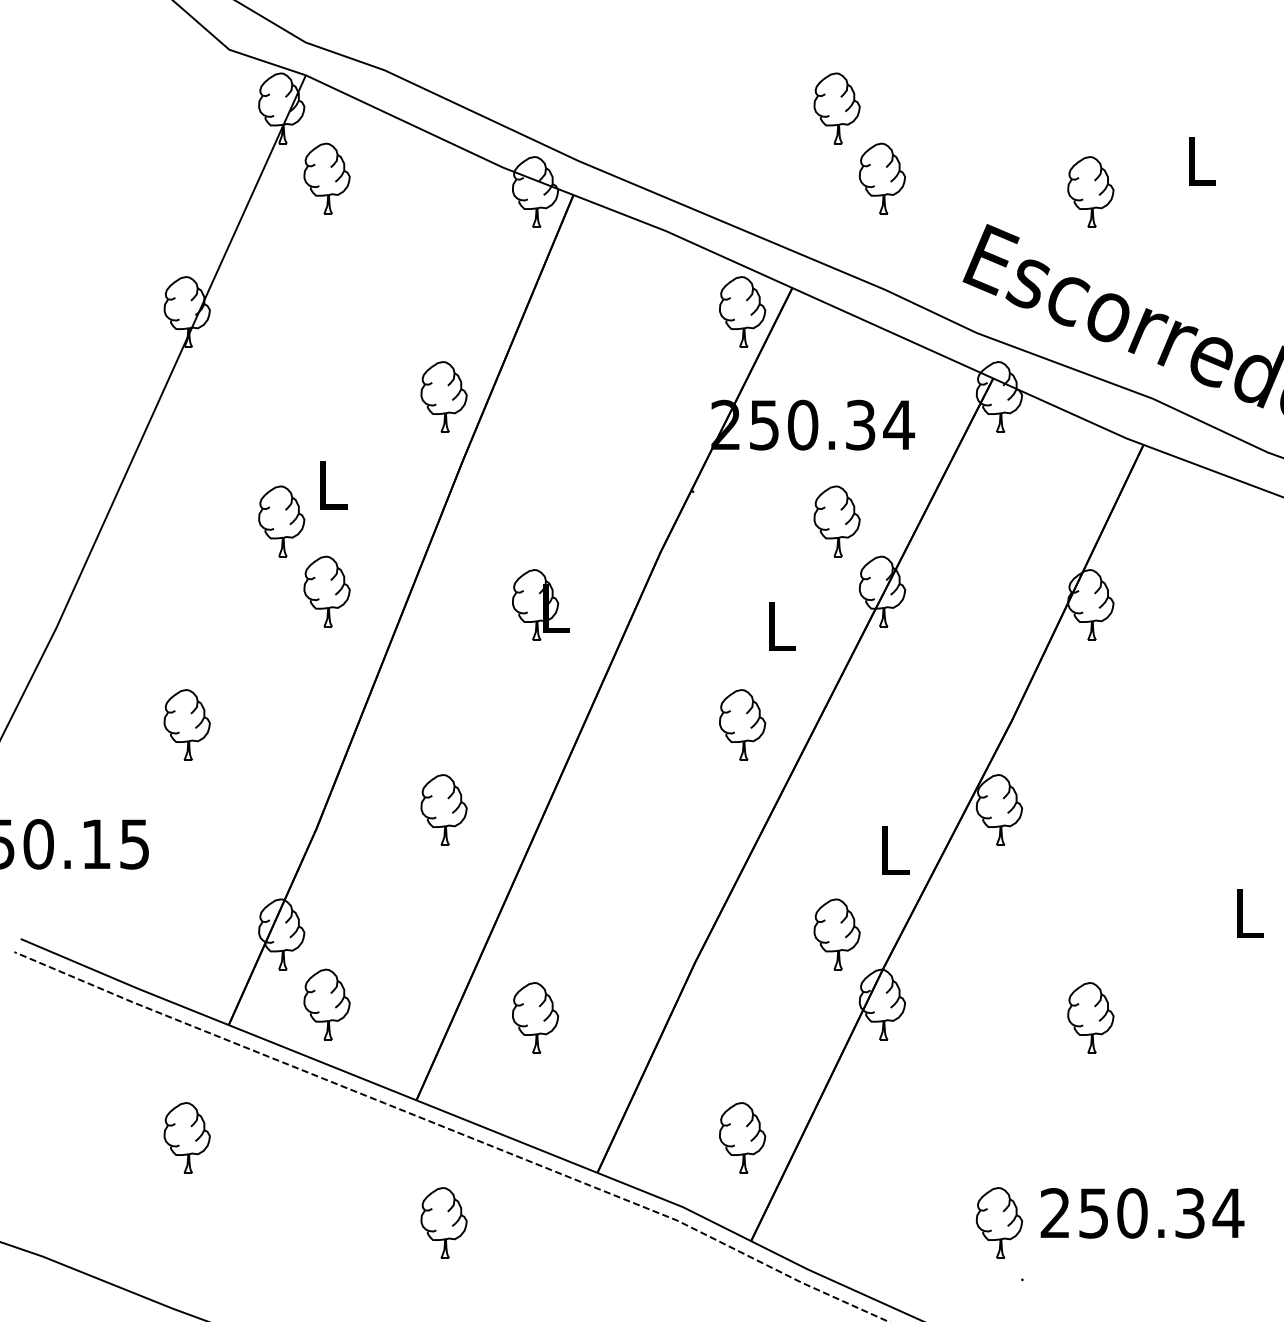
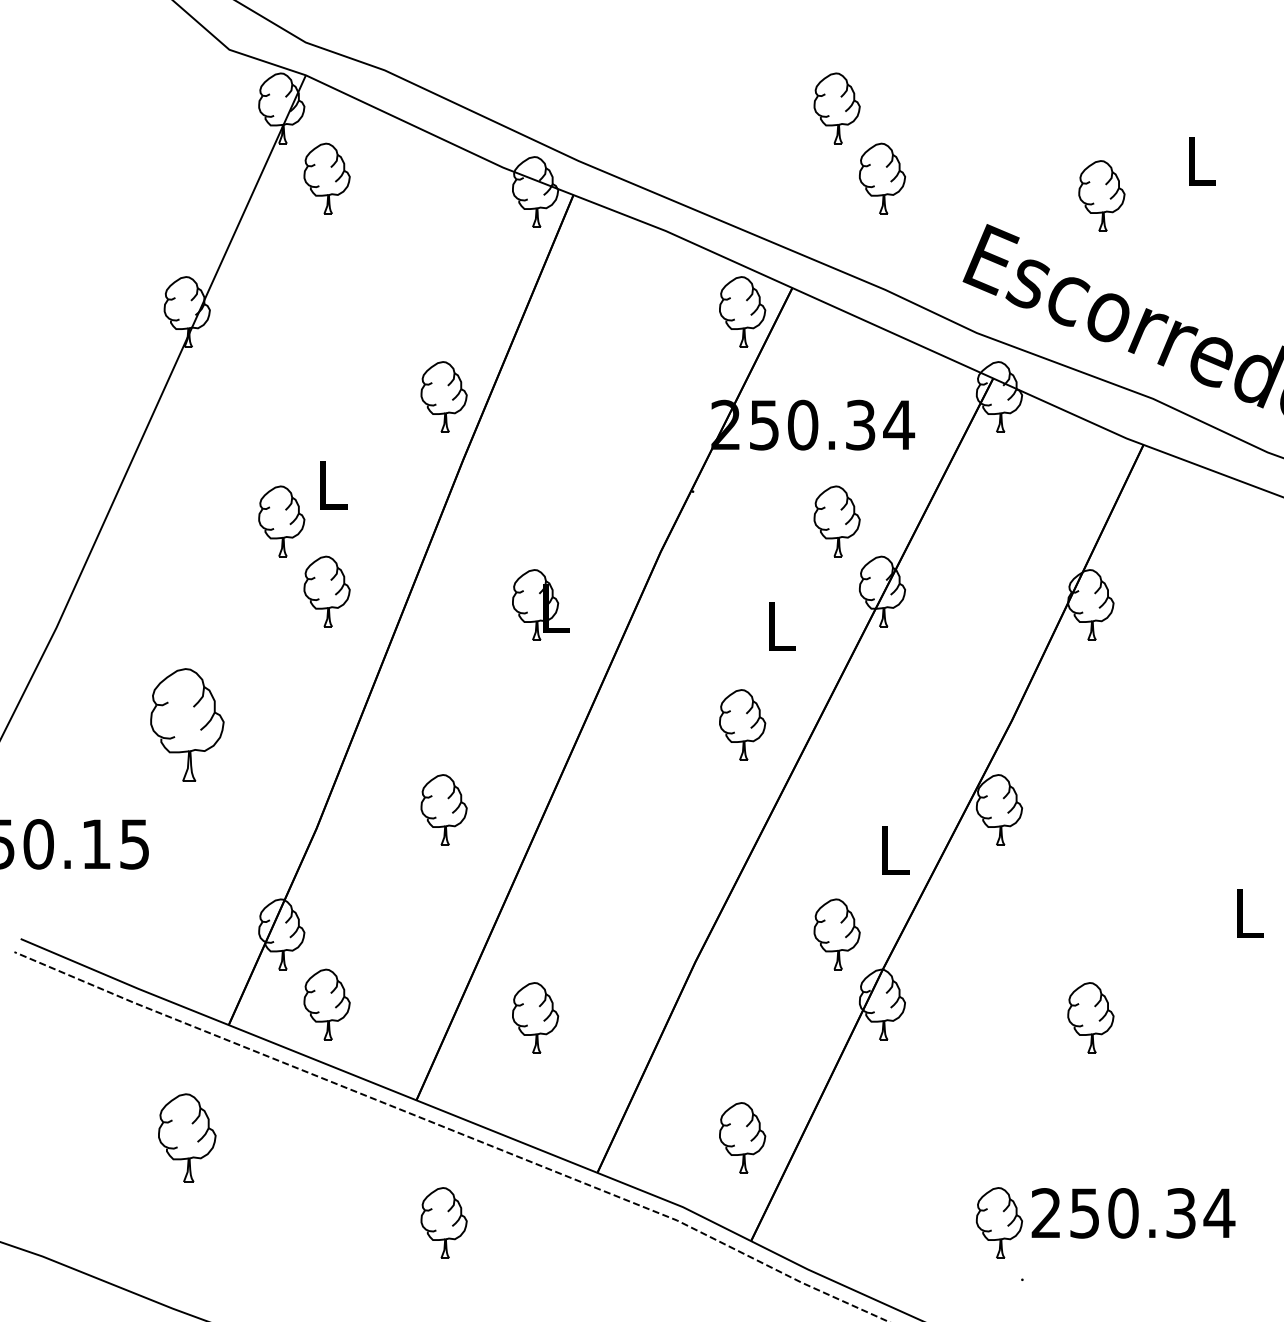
part at (1090, 191) position: (1090, 191) -> (1101, 195)
part at (186, 724) size: 48x72 px -> 75x114 px
part at (186, 1137) size: 48x72 px -> 59x90 px
text at (1142, 1213) position: (1142, 1213) -> (1133, 1213)
